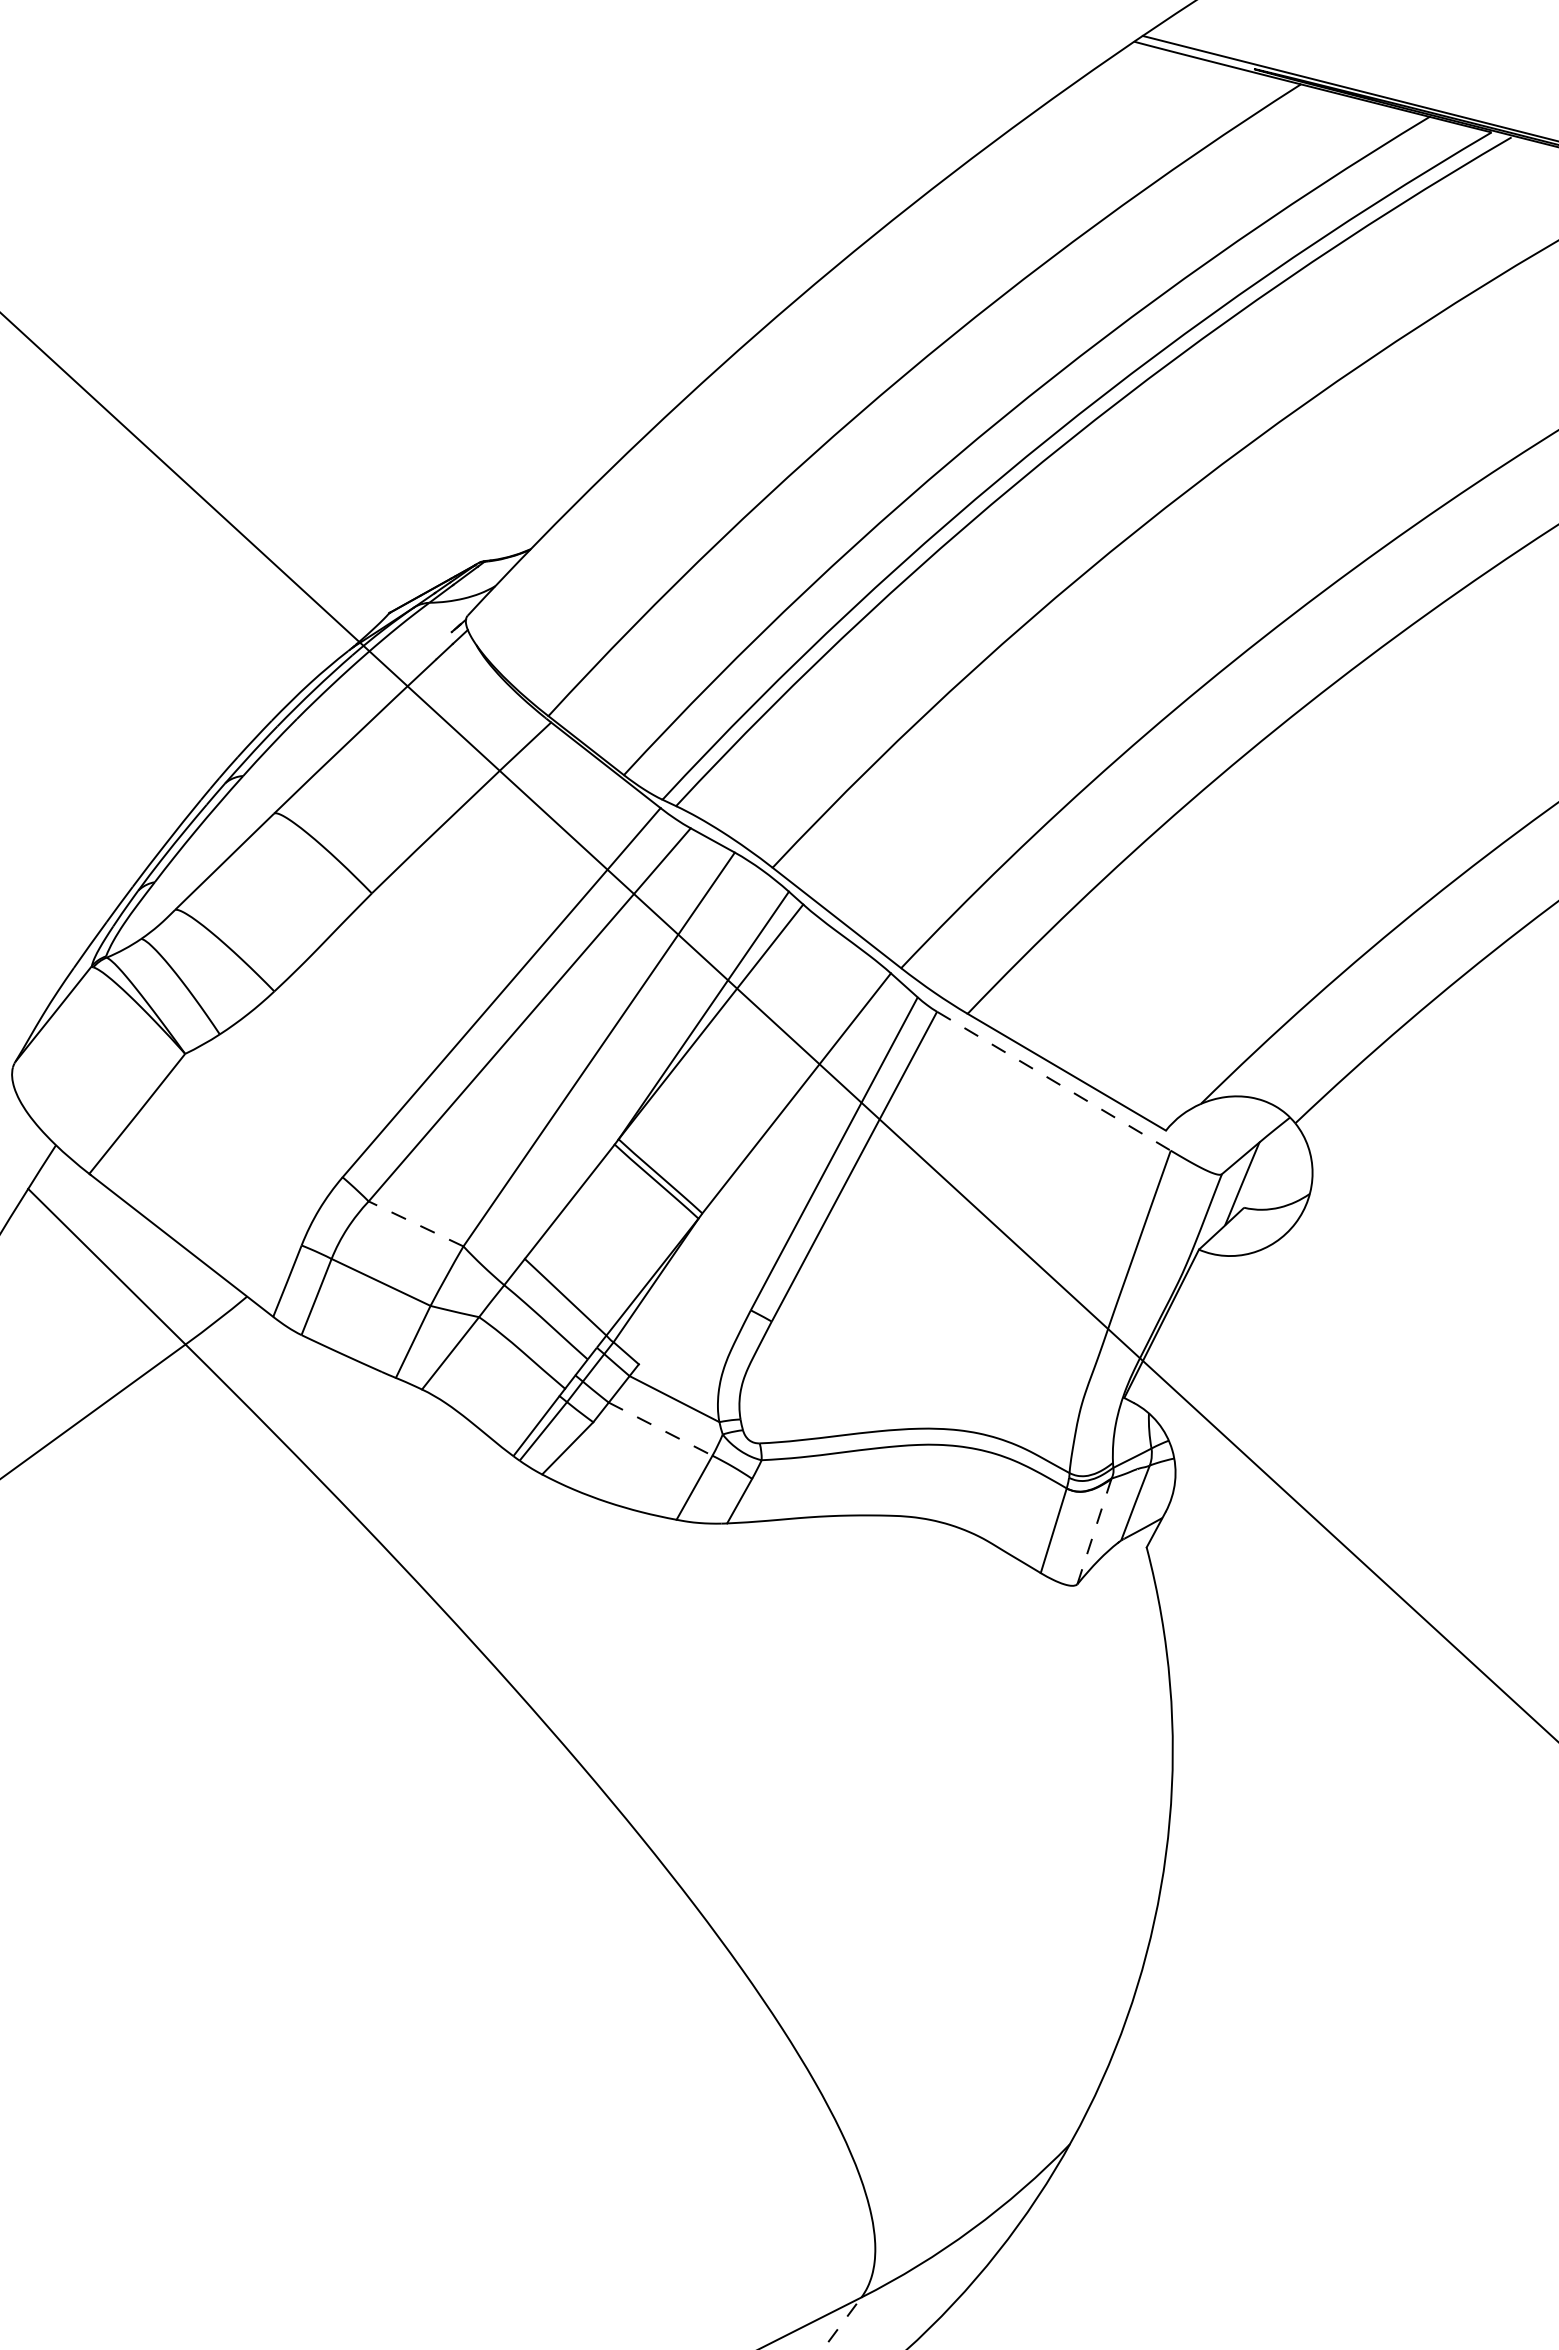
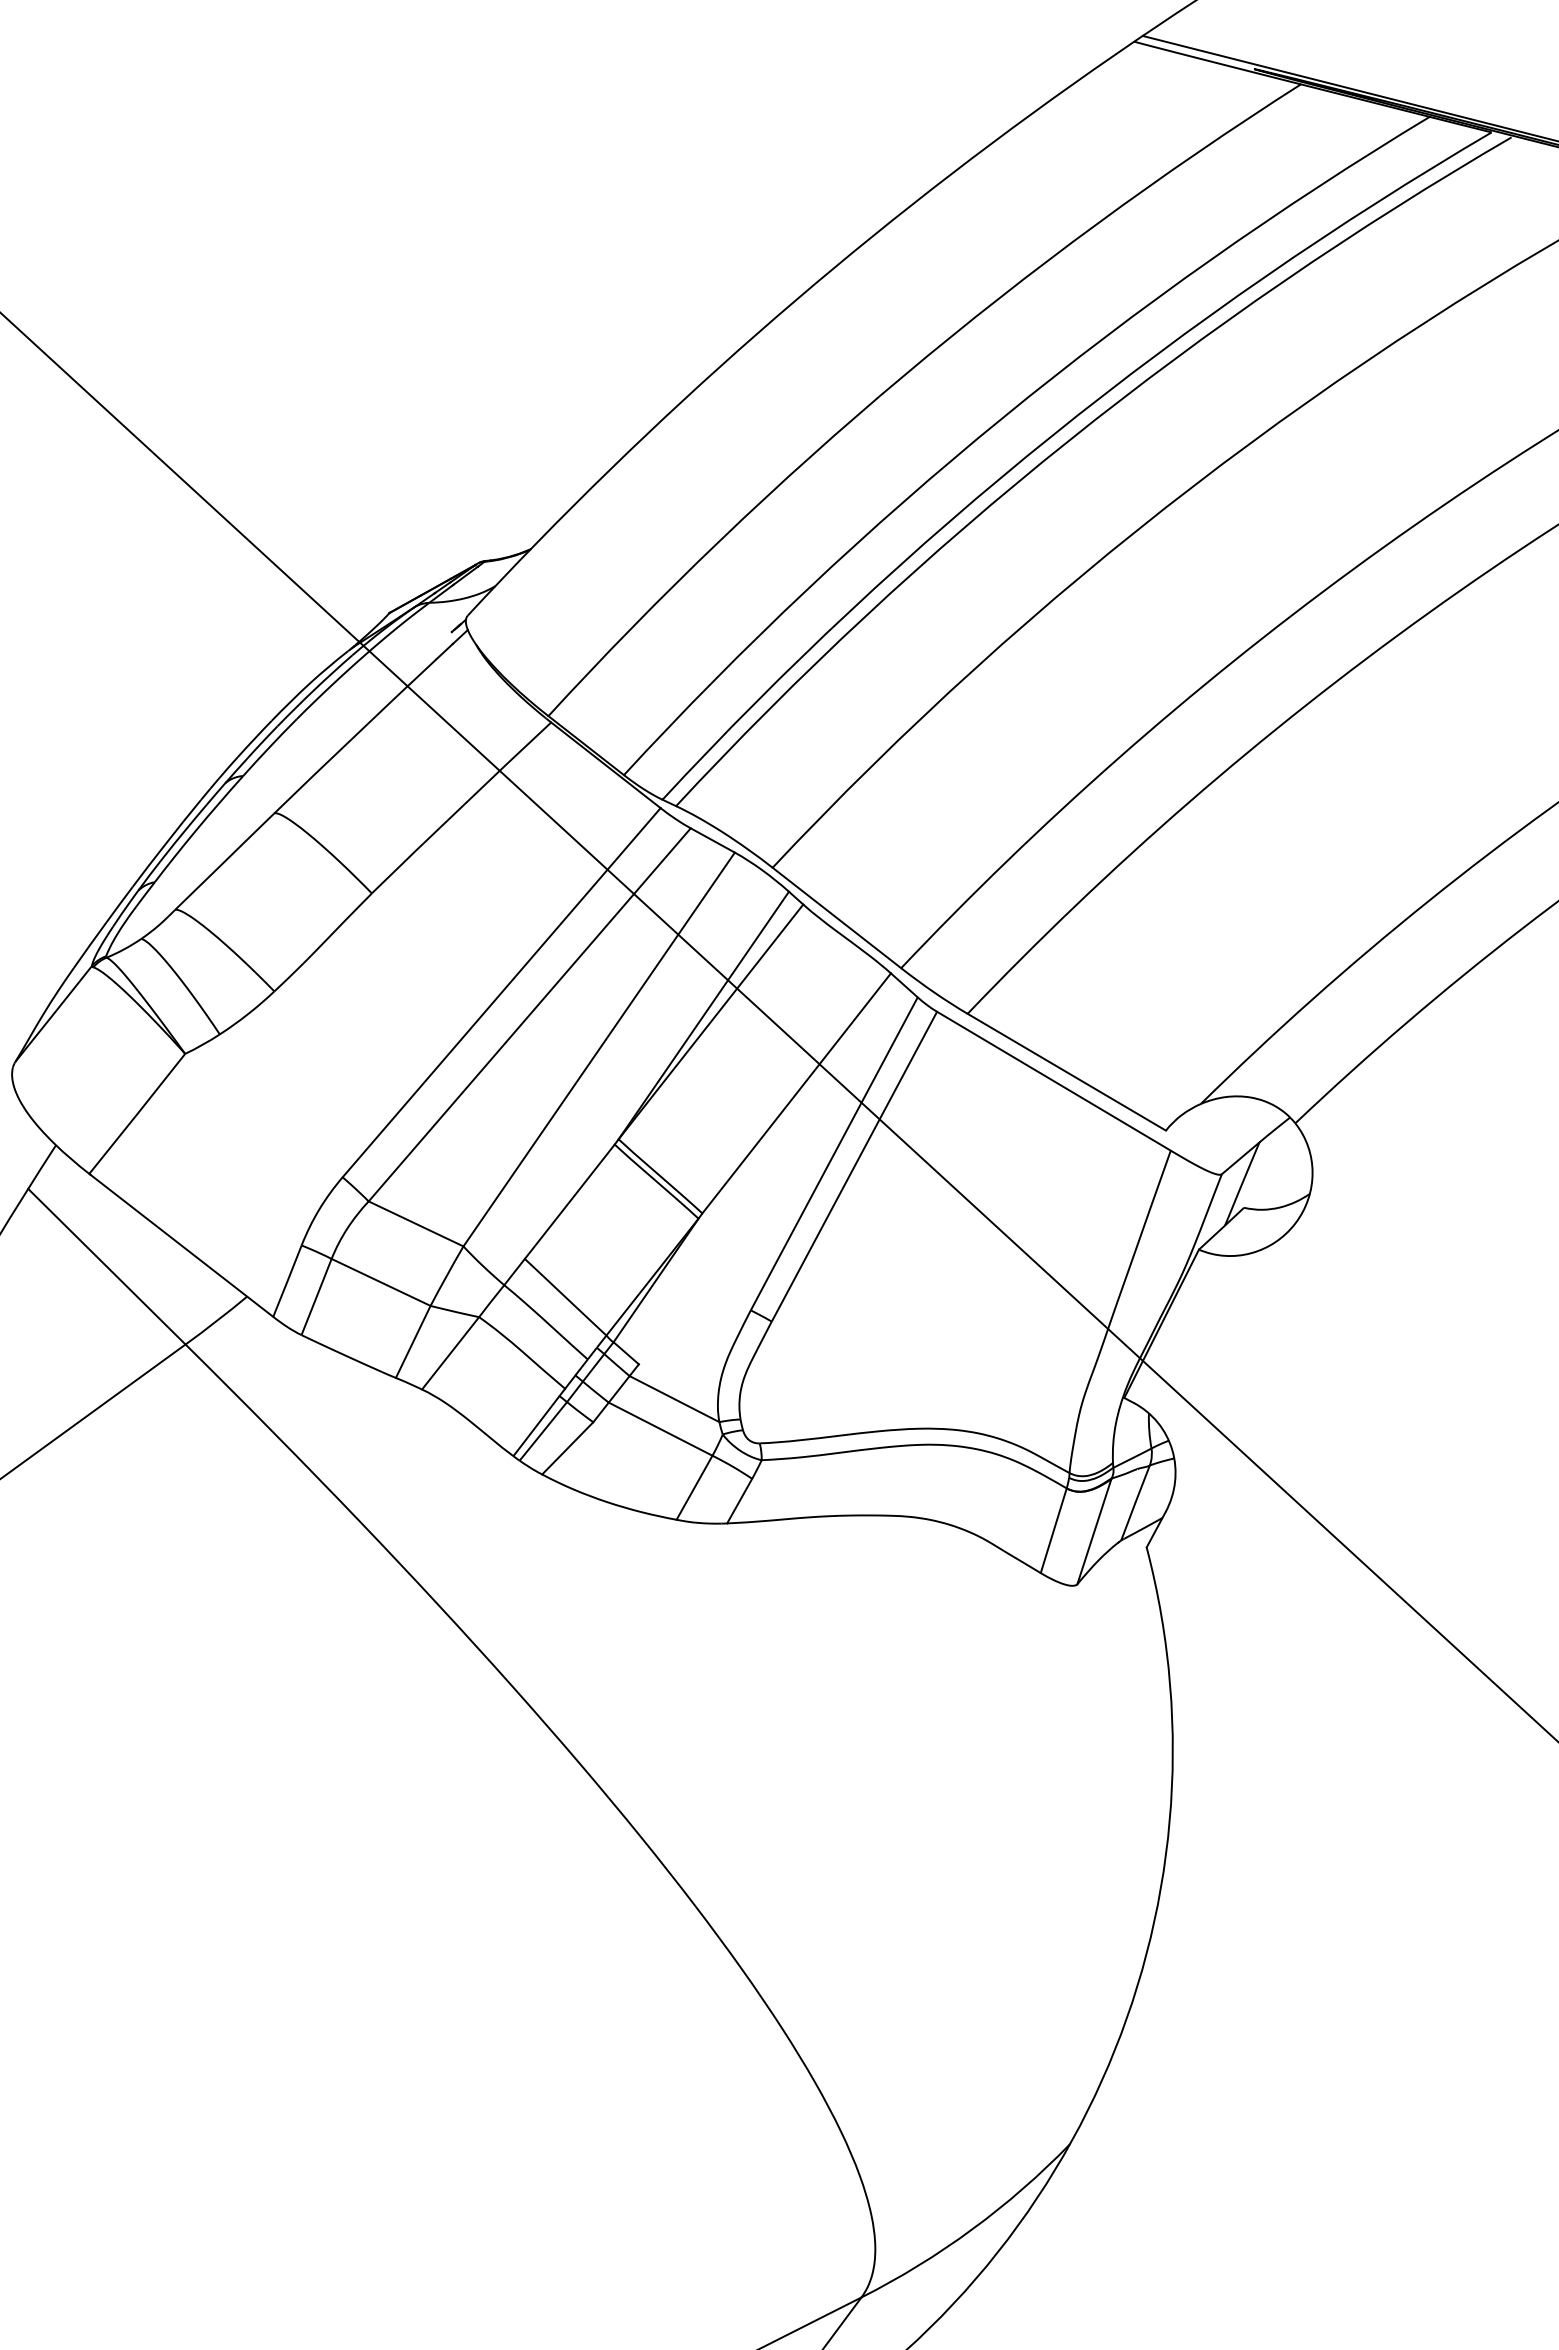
line at (1053, 1081): dashed -> solid
line at (415, 1223): dashed -> solid
line at (661, 1429): dashed -> solid
line at (1094, 1532): dashed -> solid
line at (842, 2323): dashed -> solid
